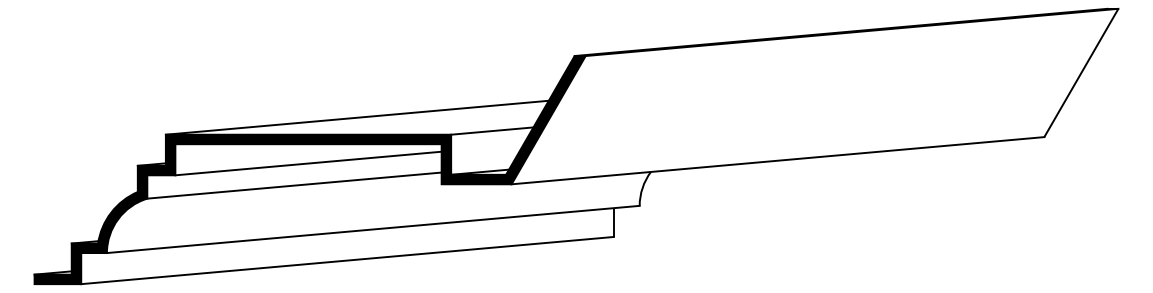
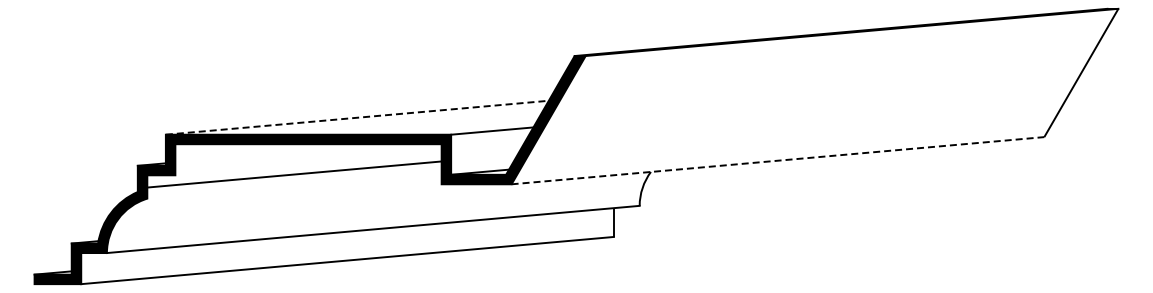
line at (357, 117): solid -> dashed
line at (778, 160): solid -> dashed
line at (308, 163): present -> none
line at (294, 185) position: (294, 185) -> (293, 174)
